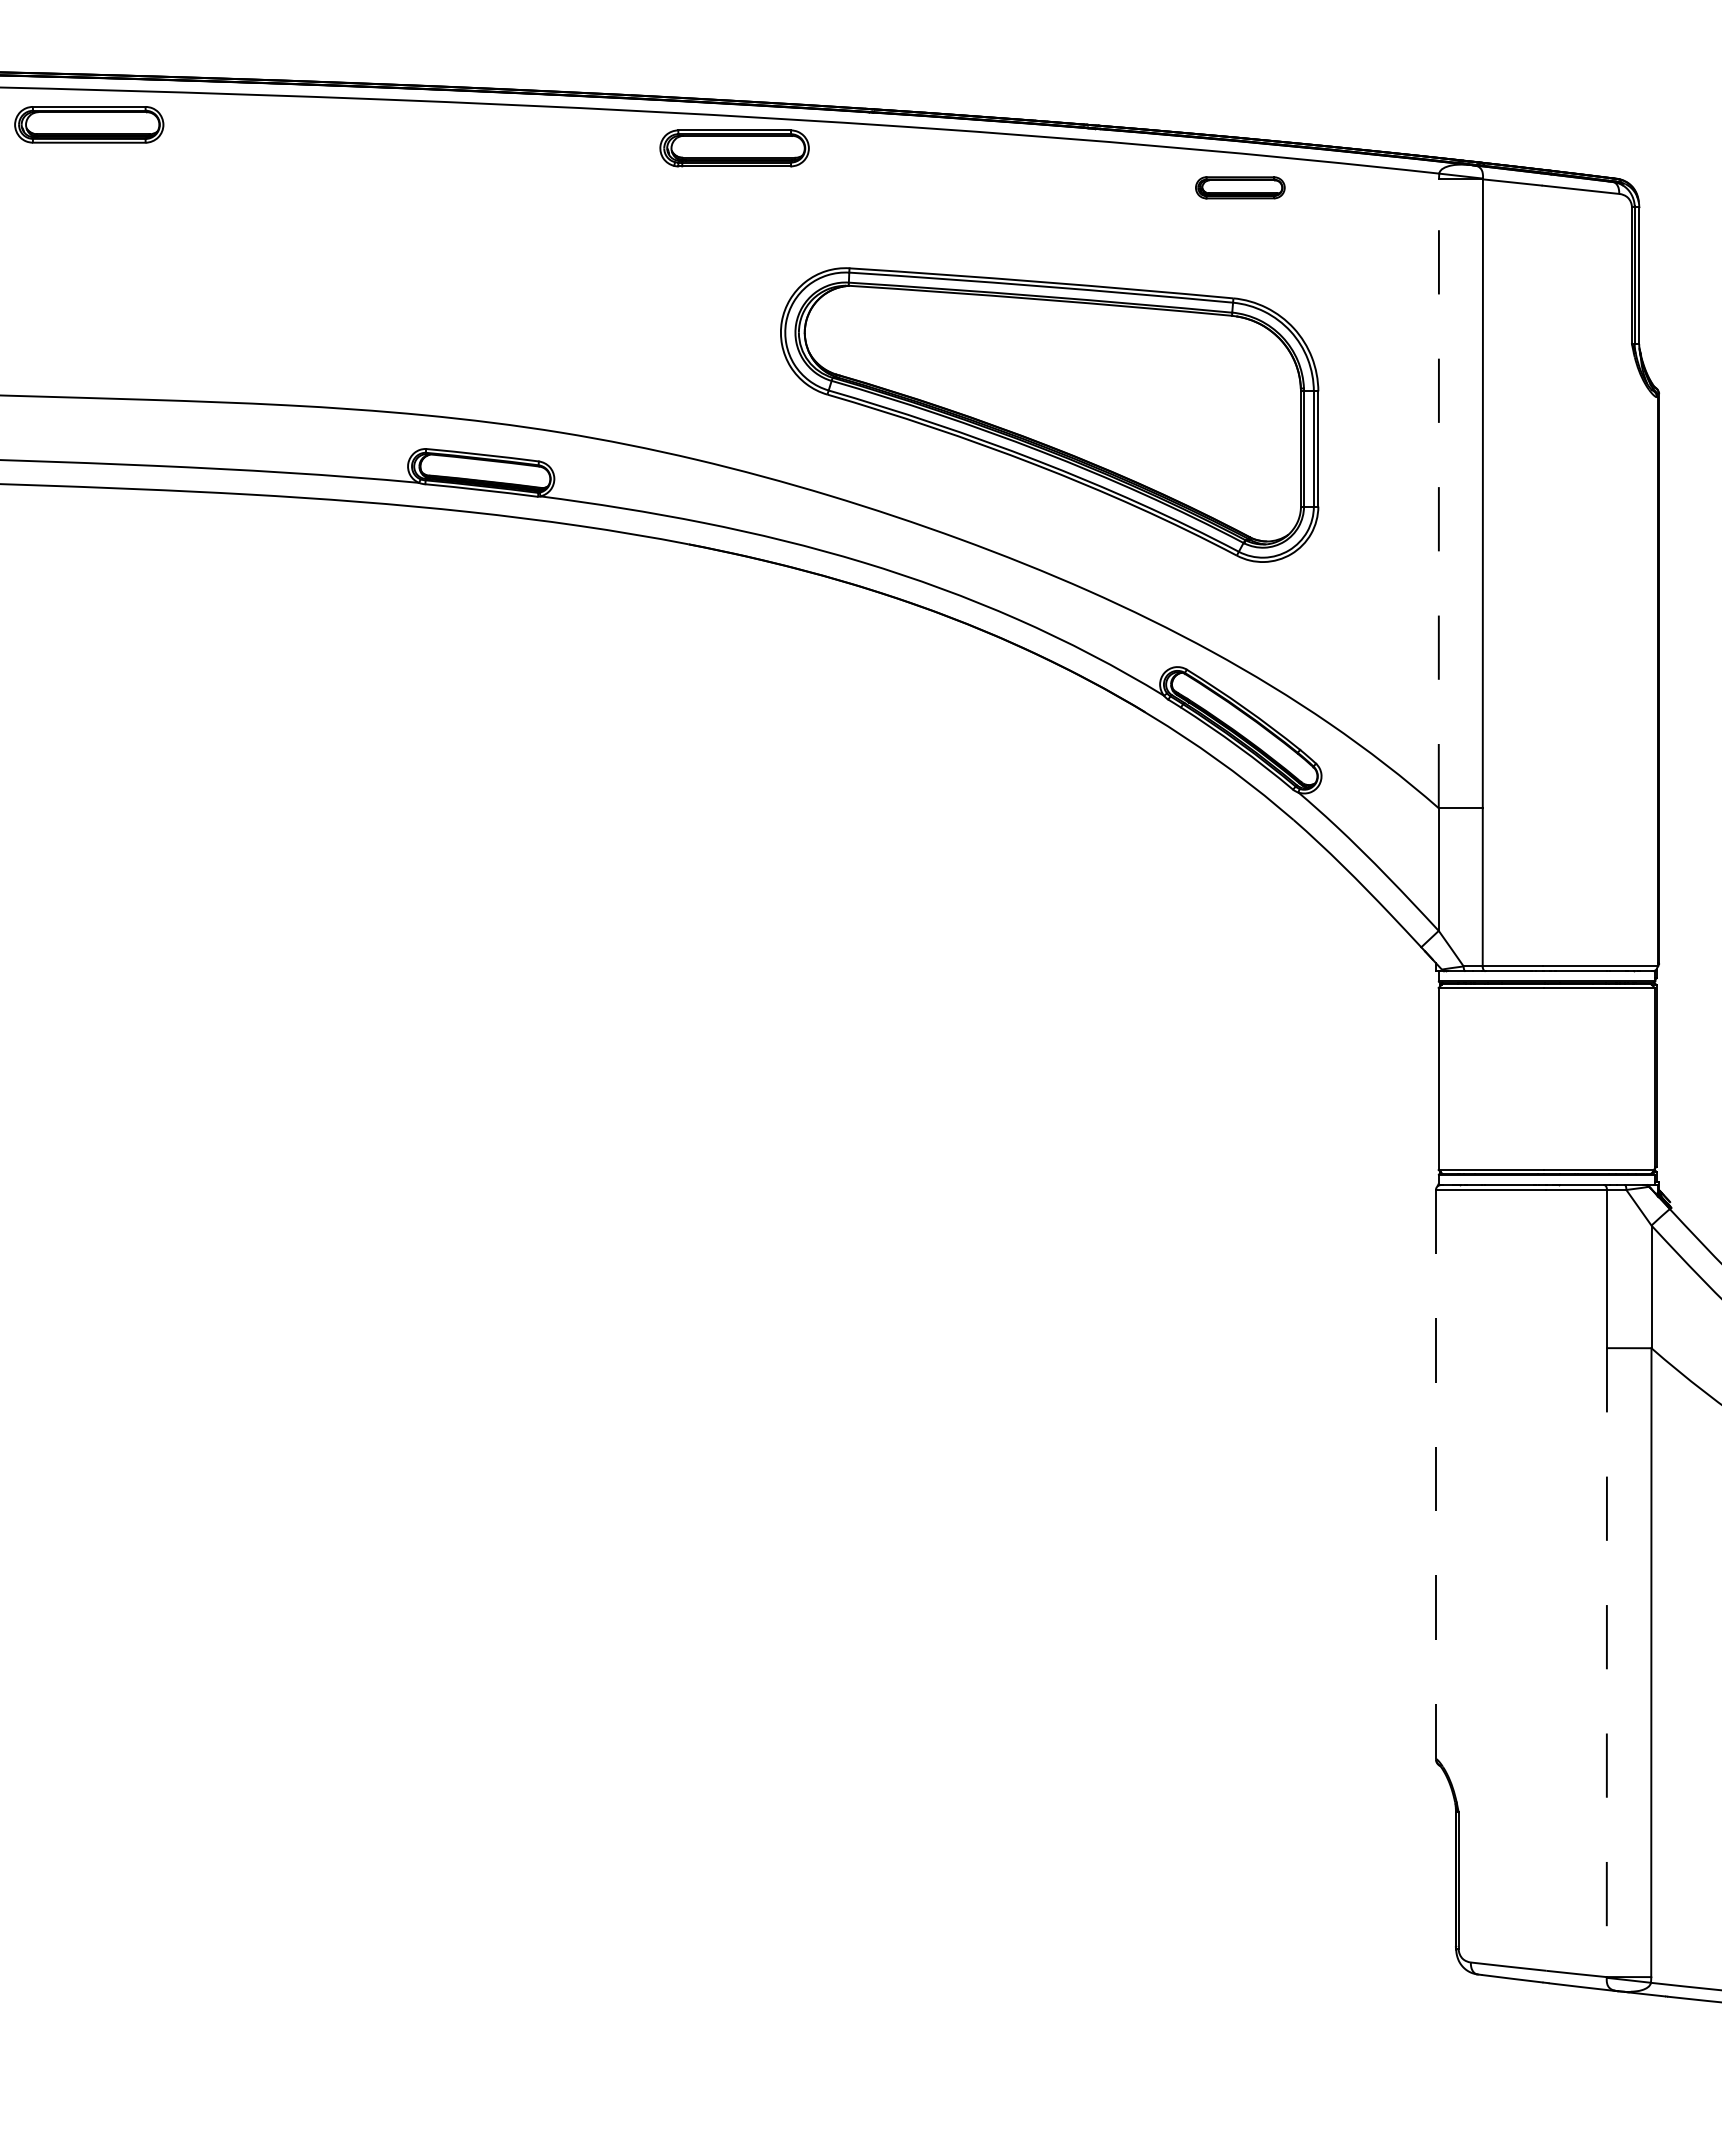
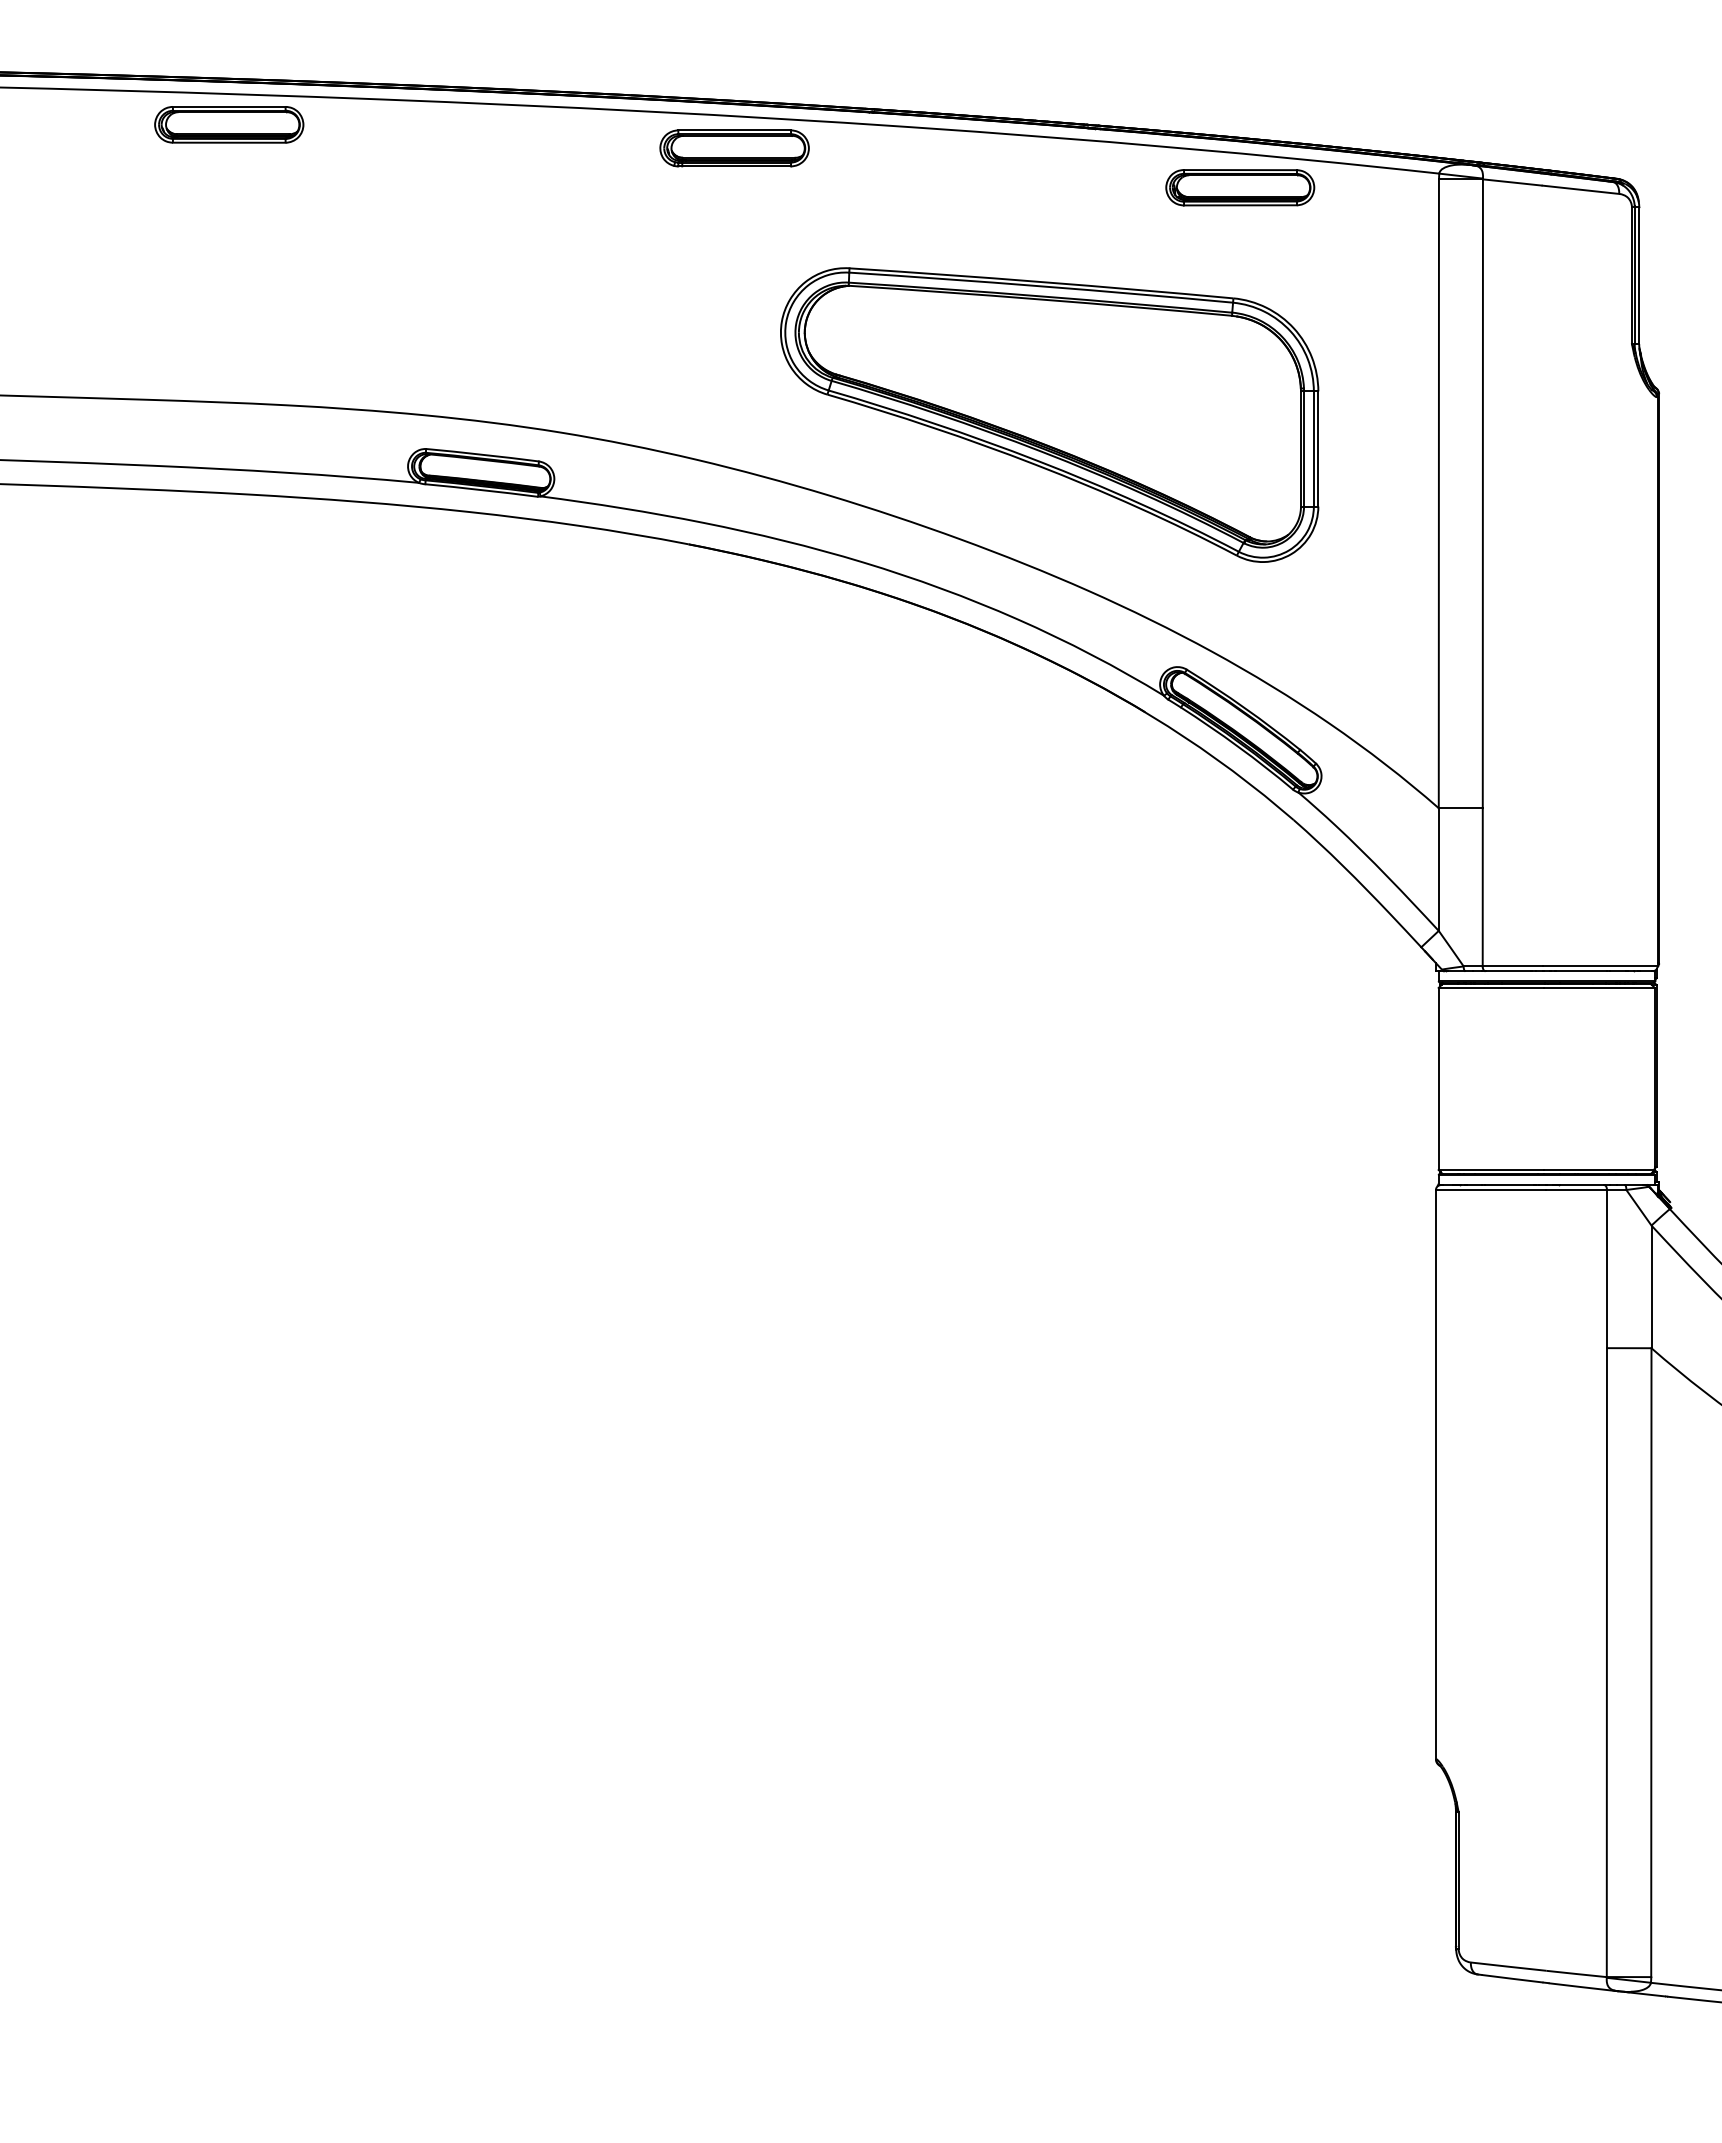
part at (89, 124) position: (89, 124) -> (229, 124)
part at (1240, 187) size: 91x24 px -> 151x38 px
line at (1438, 493): dashed -> solid
line at (1435, 1474): dashed -> solid
line at (1606, 1663): dashed -> solid
